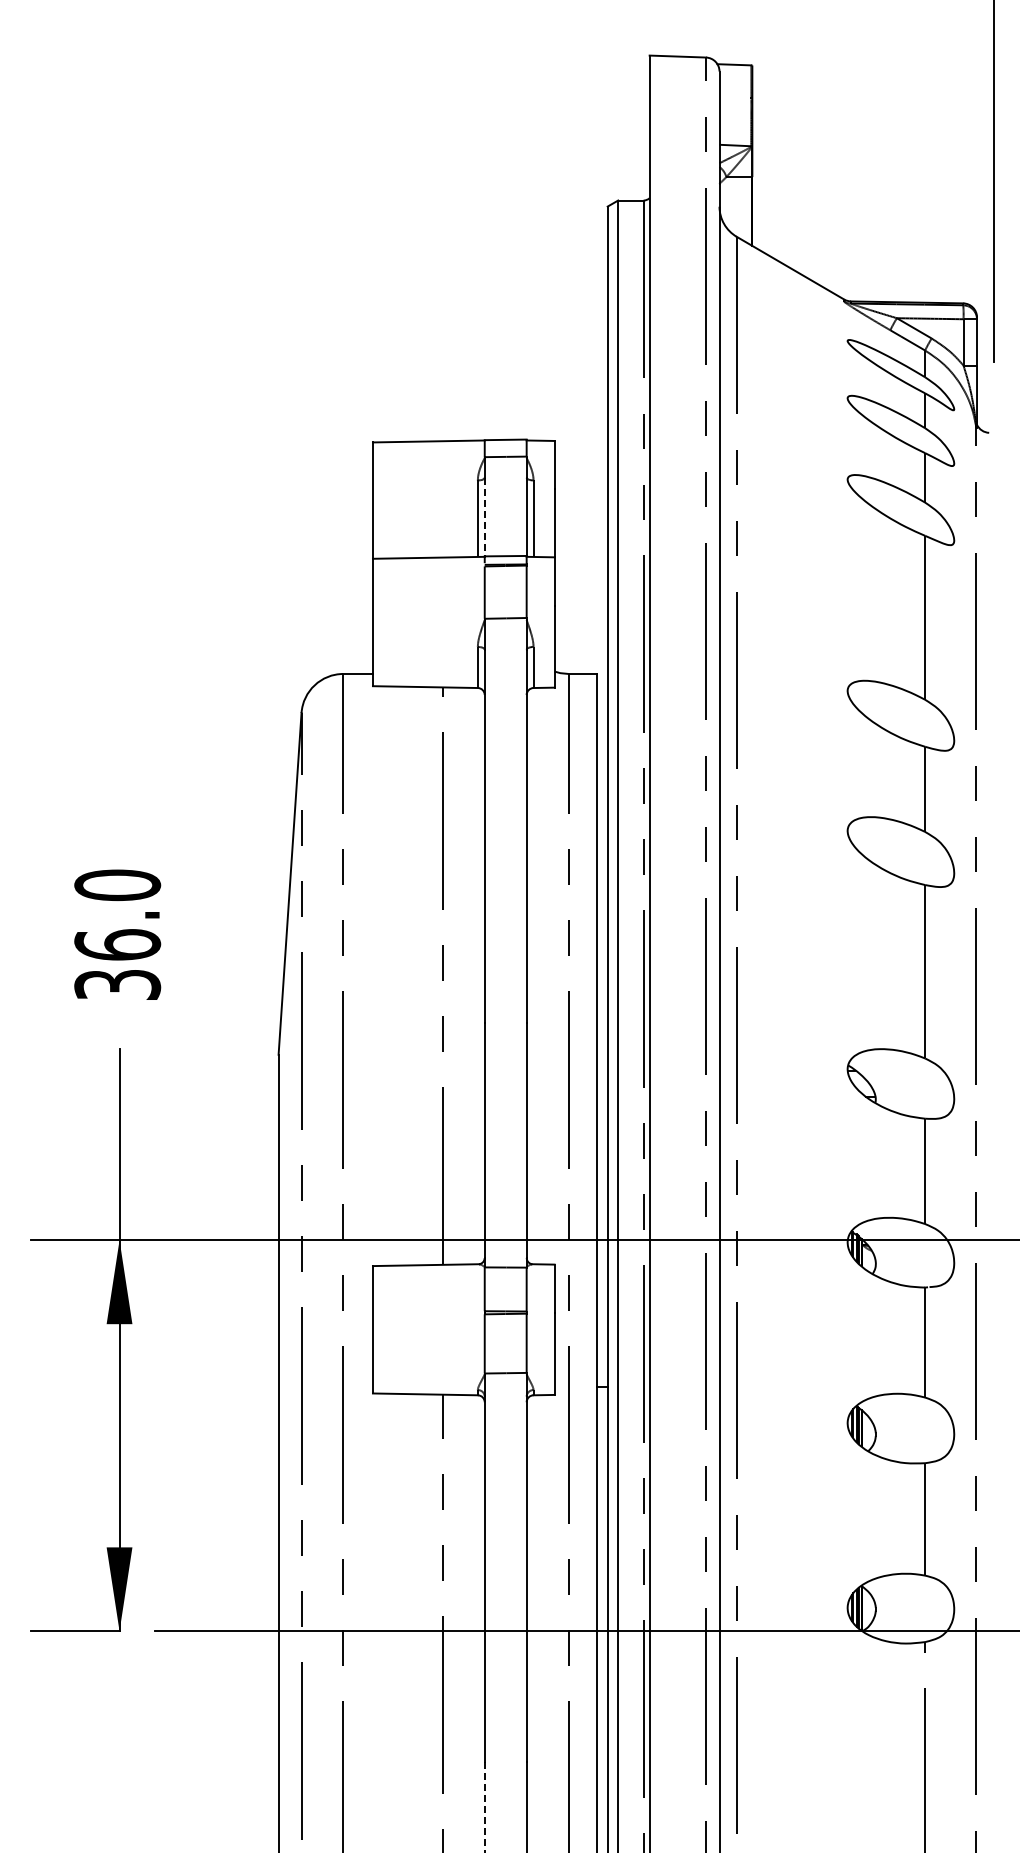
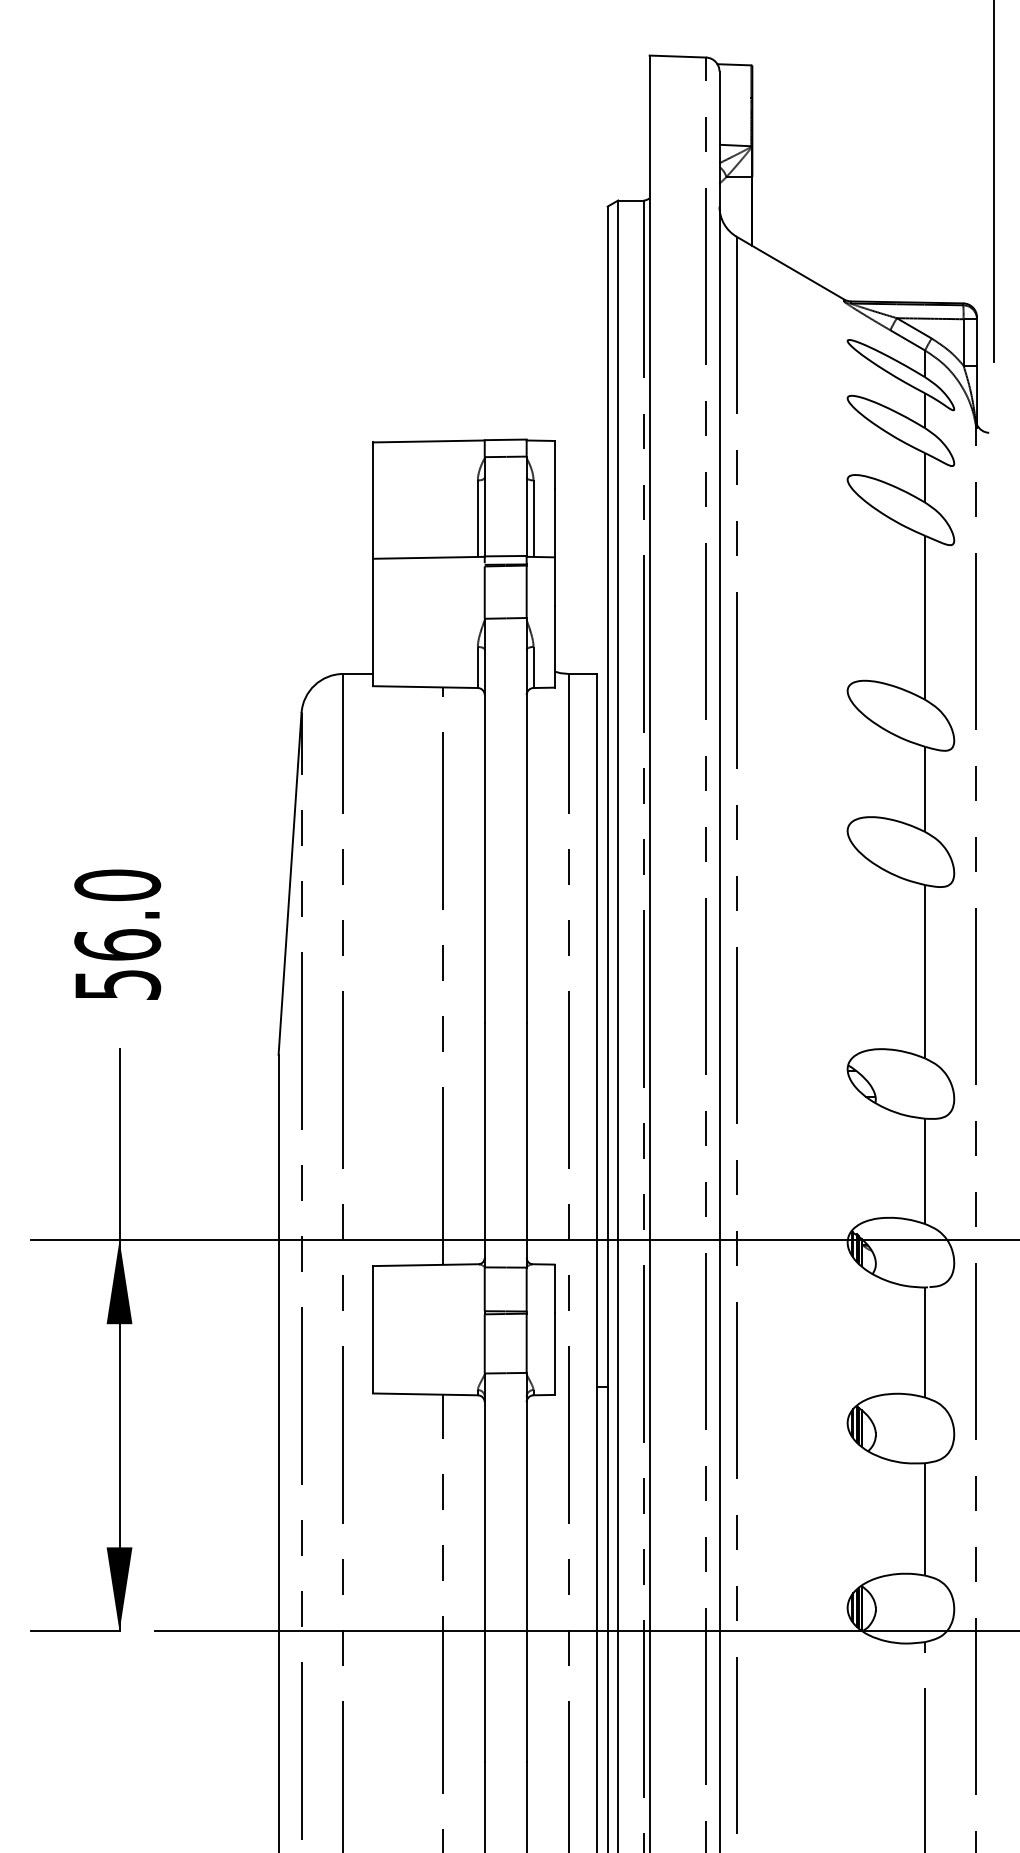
line at (484, 517): dashed -> solid
text at (117, 984): 36.0 -> 56.0
line at (484, 1807): dashed -> solid
